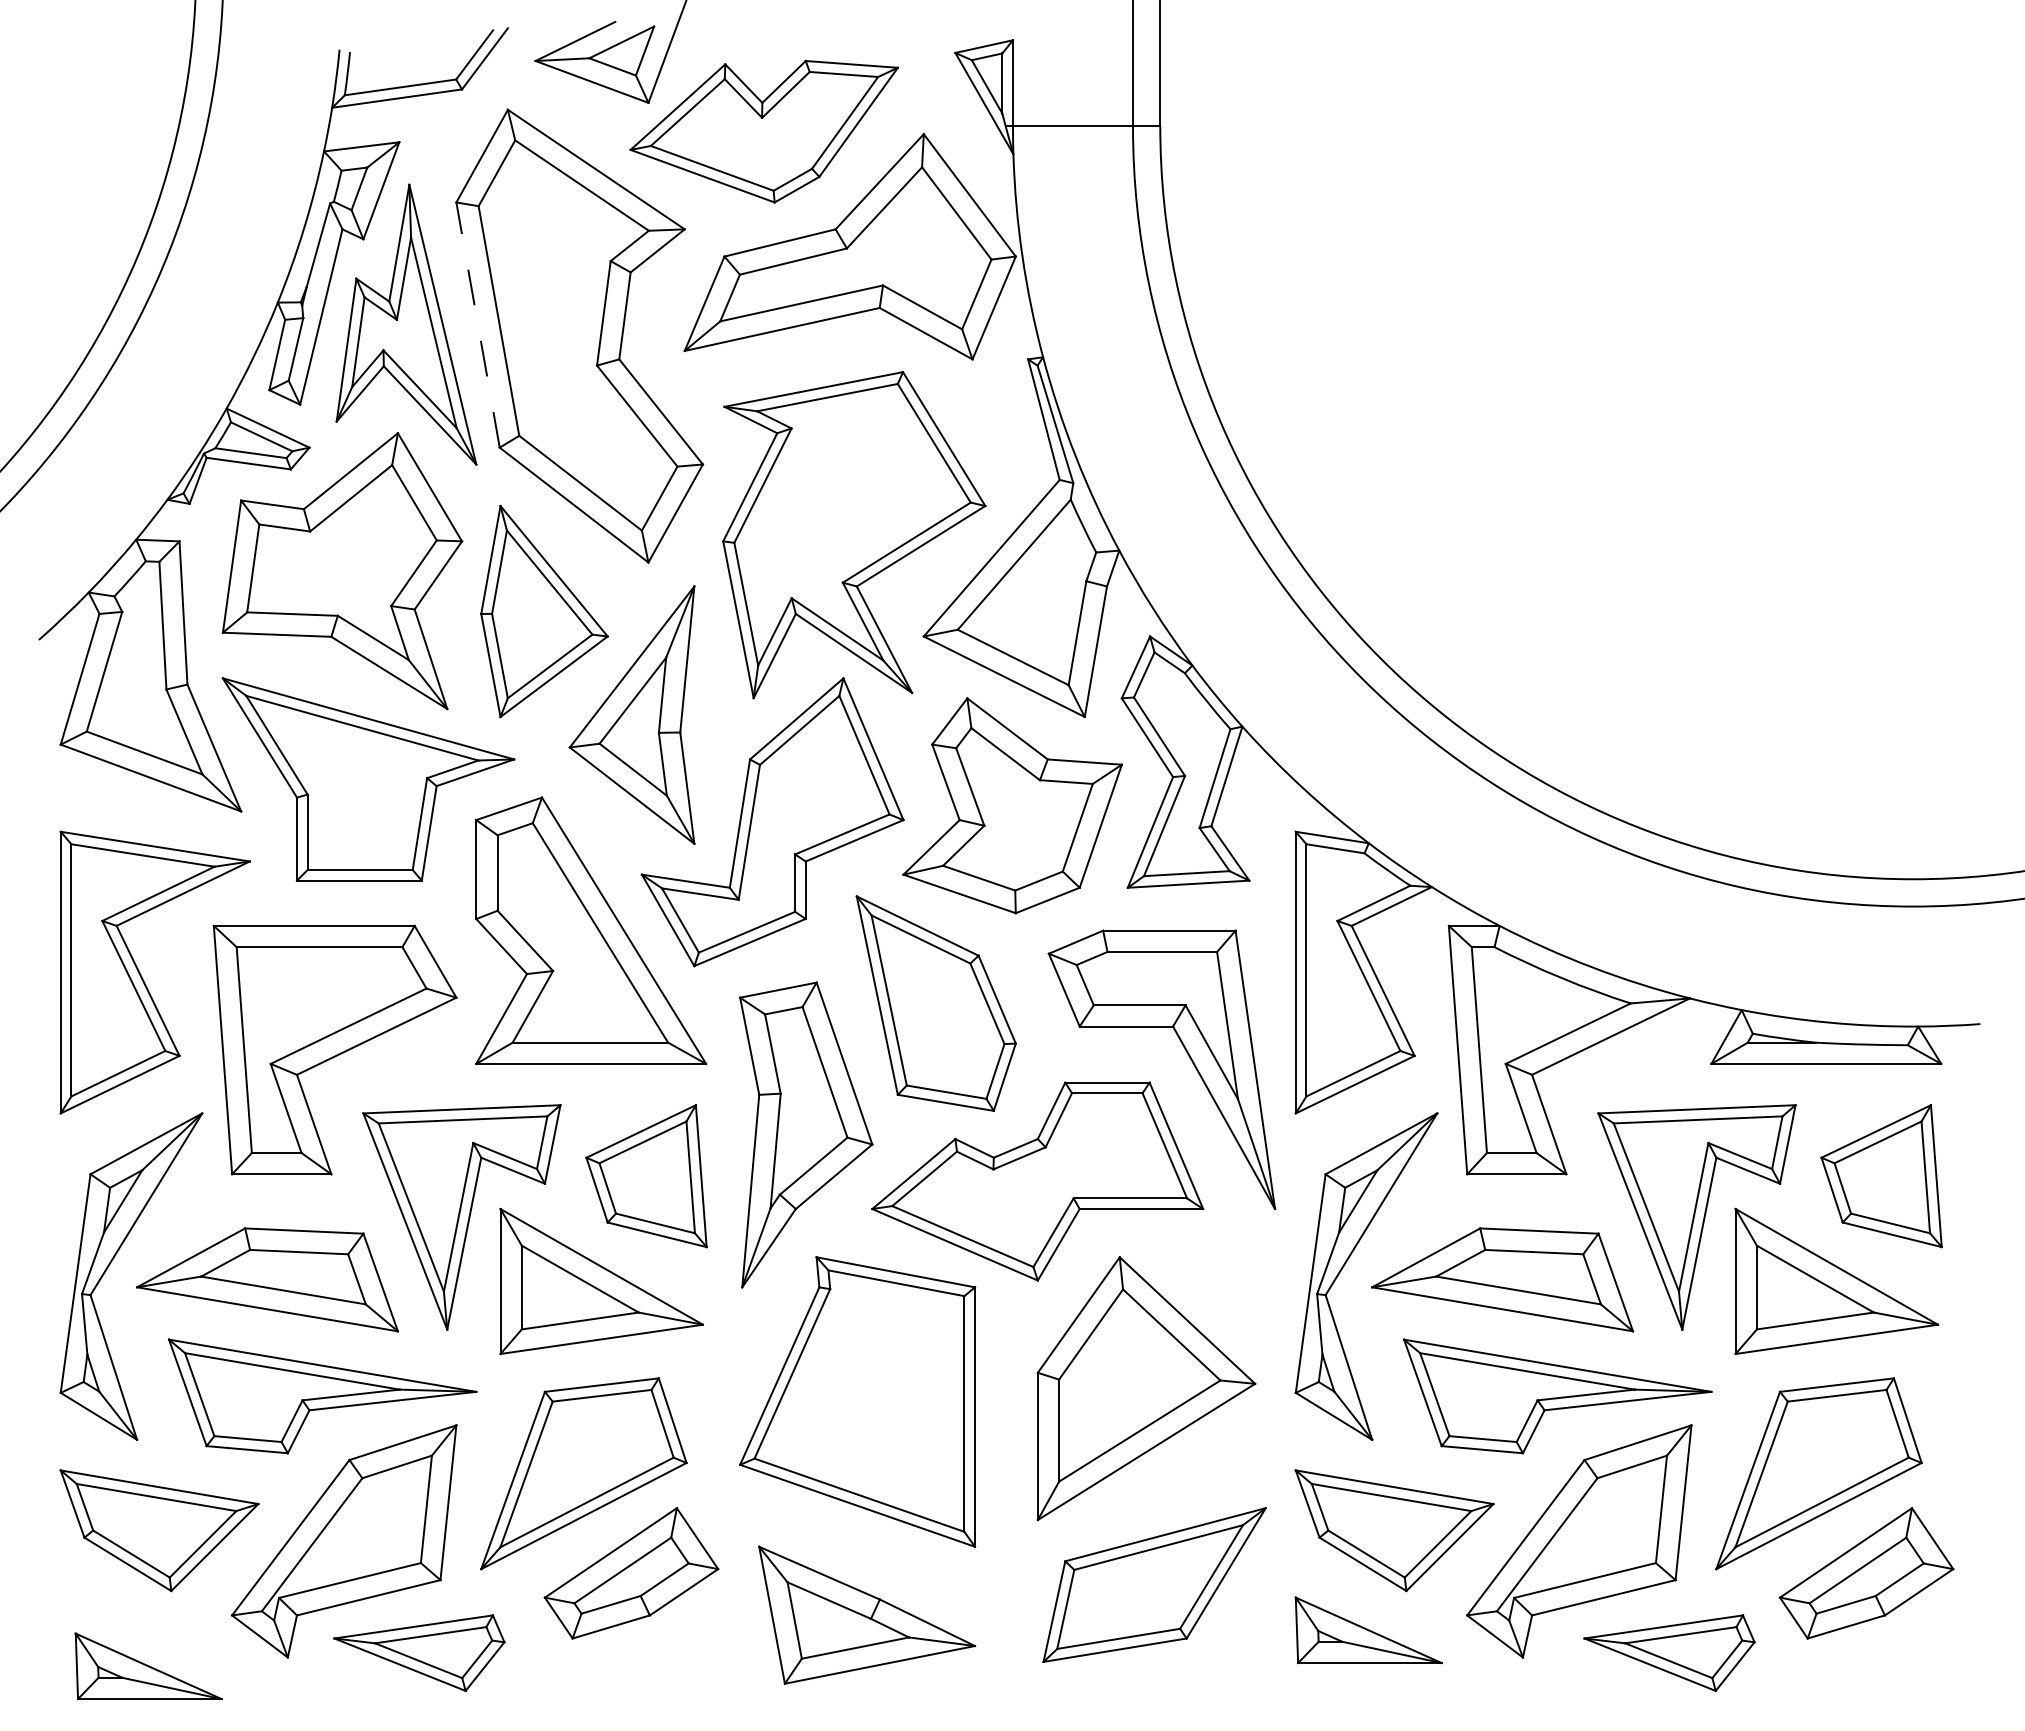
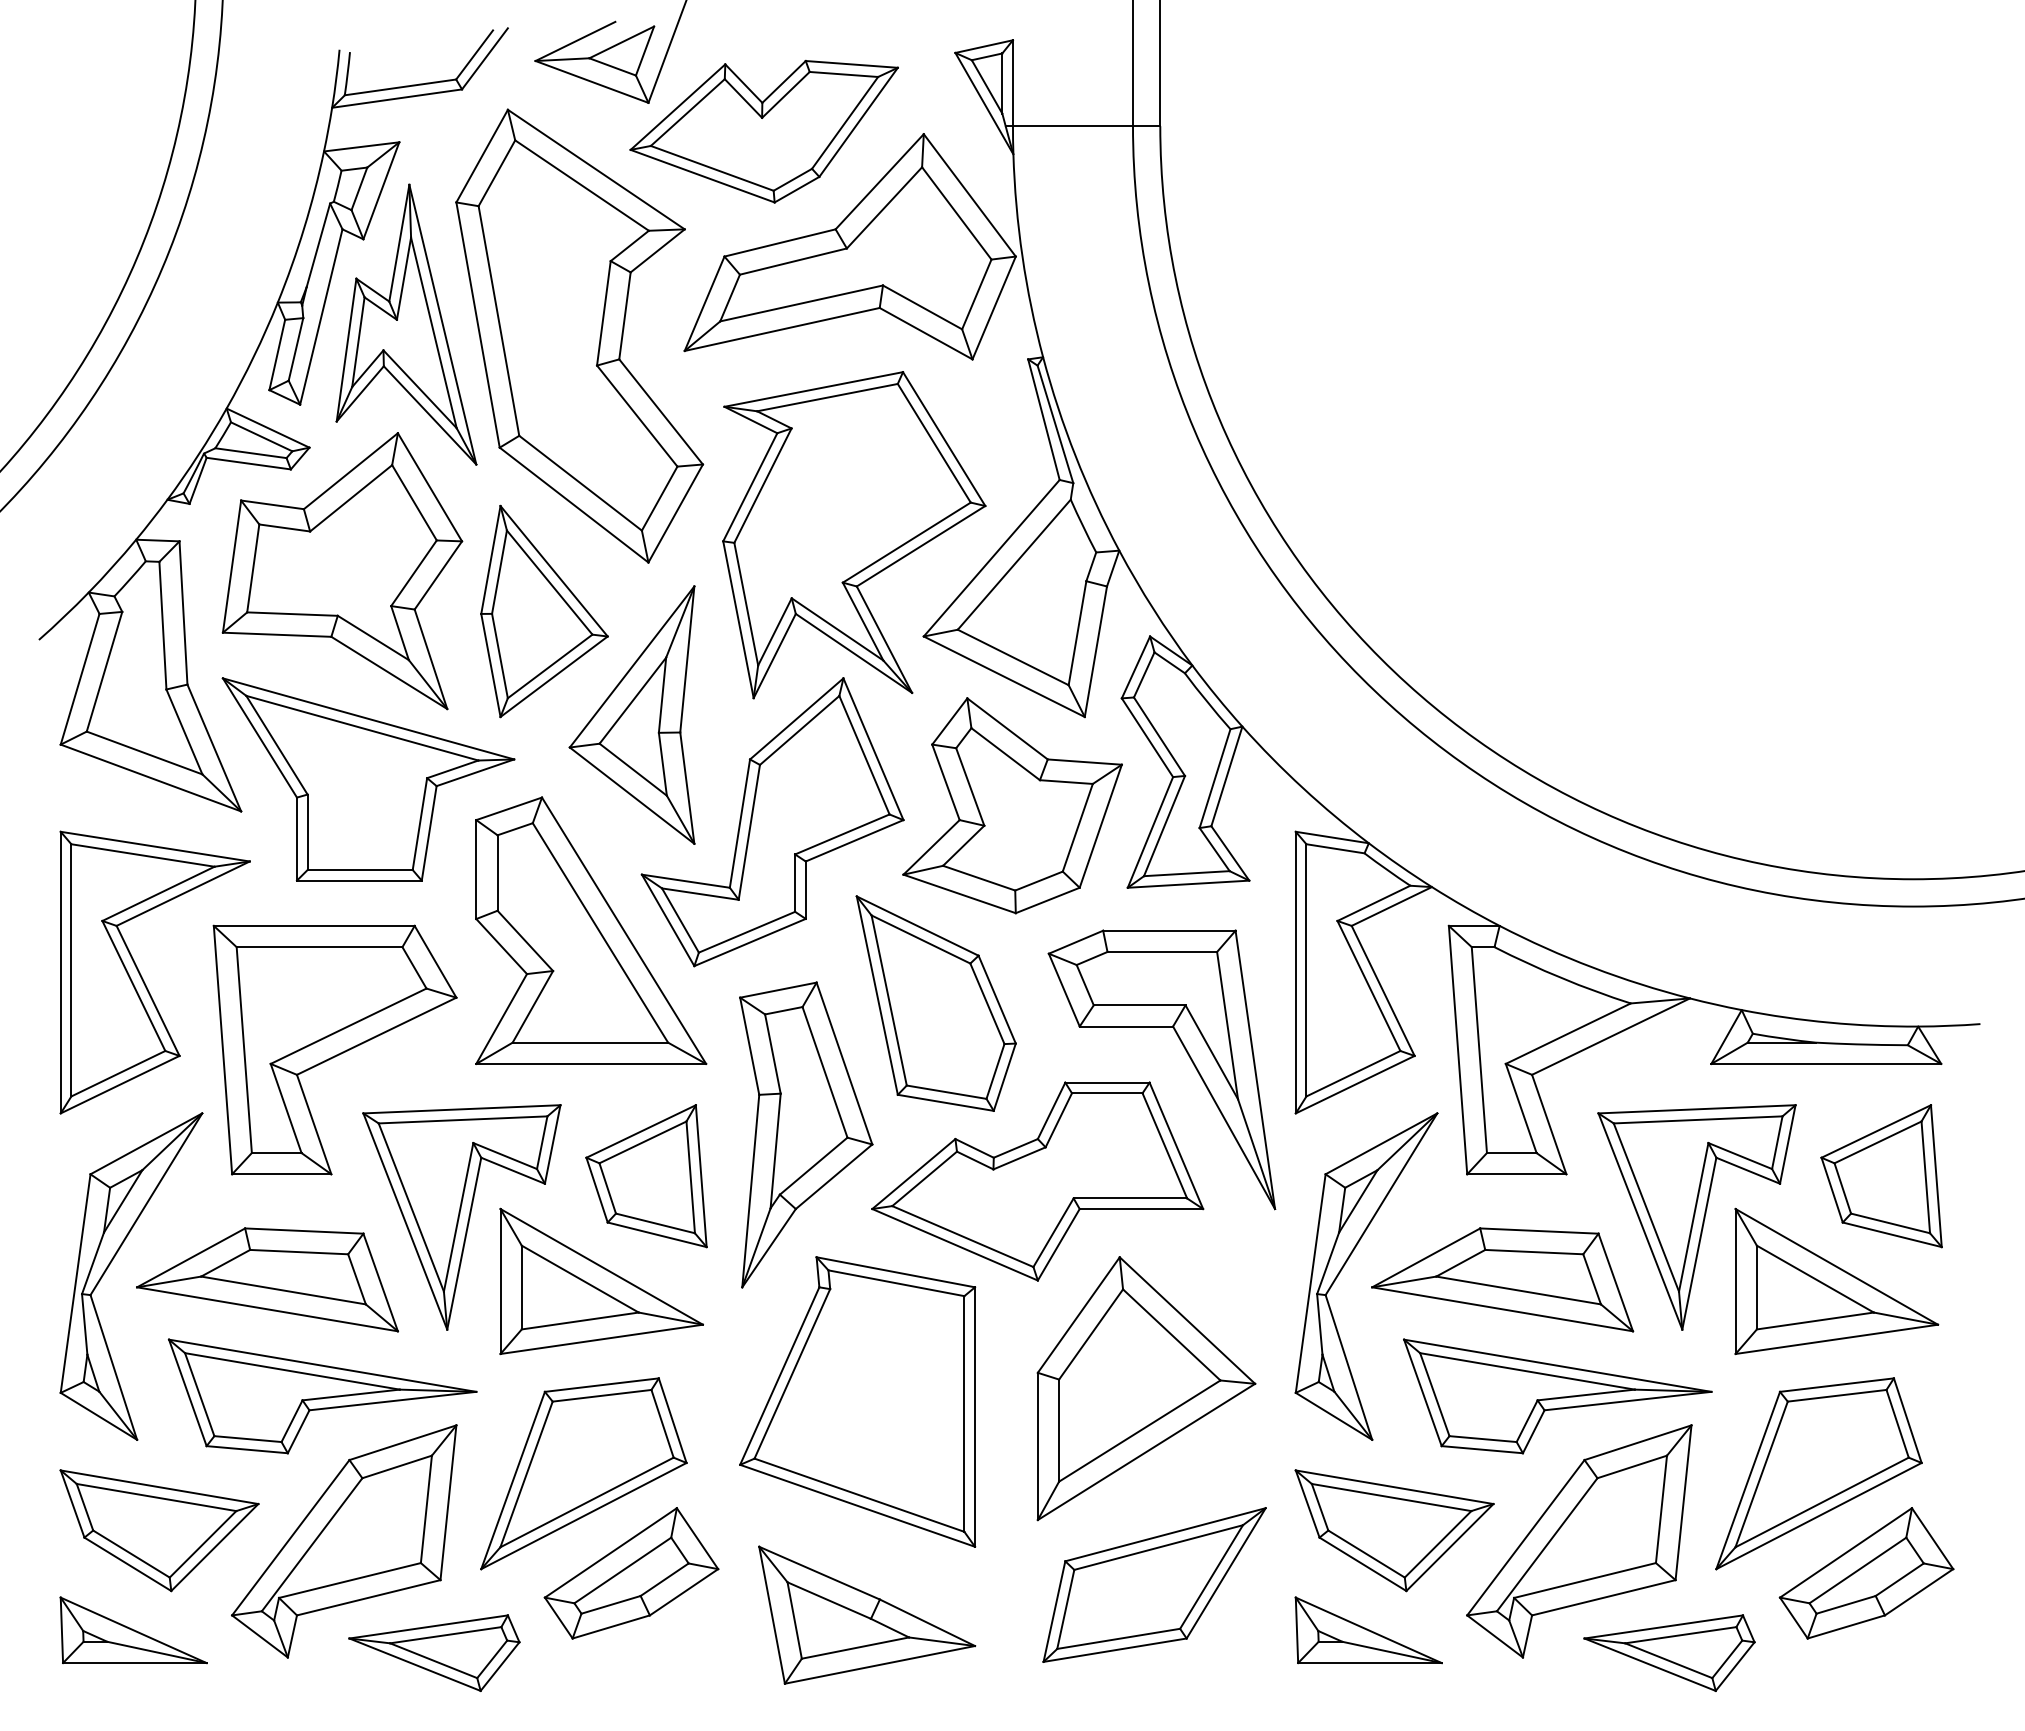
line at (477, 324): dashed -> solid
part at (419, 1652) position: (419, 1652) -> (434, 1652)
part at (148, 1666) position: (148, 1666) -> (133, 1630)
